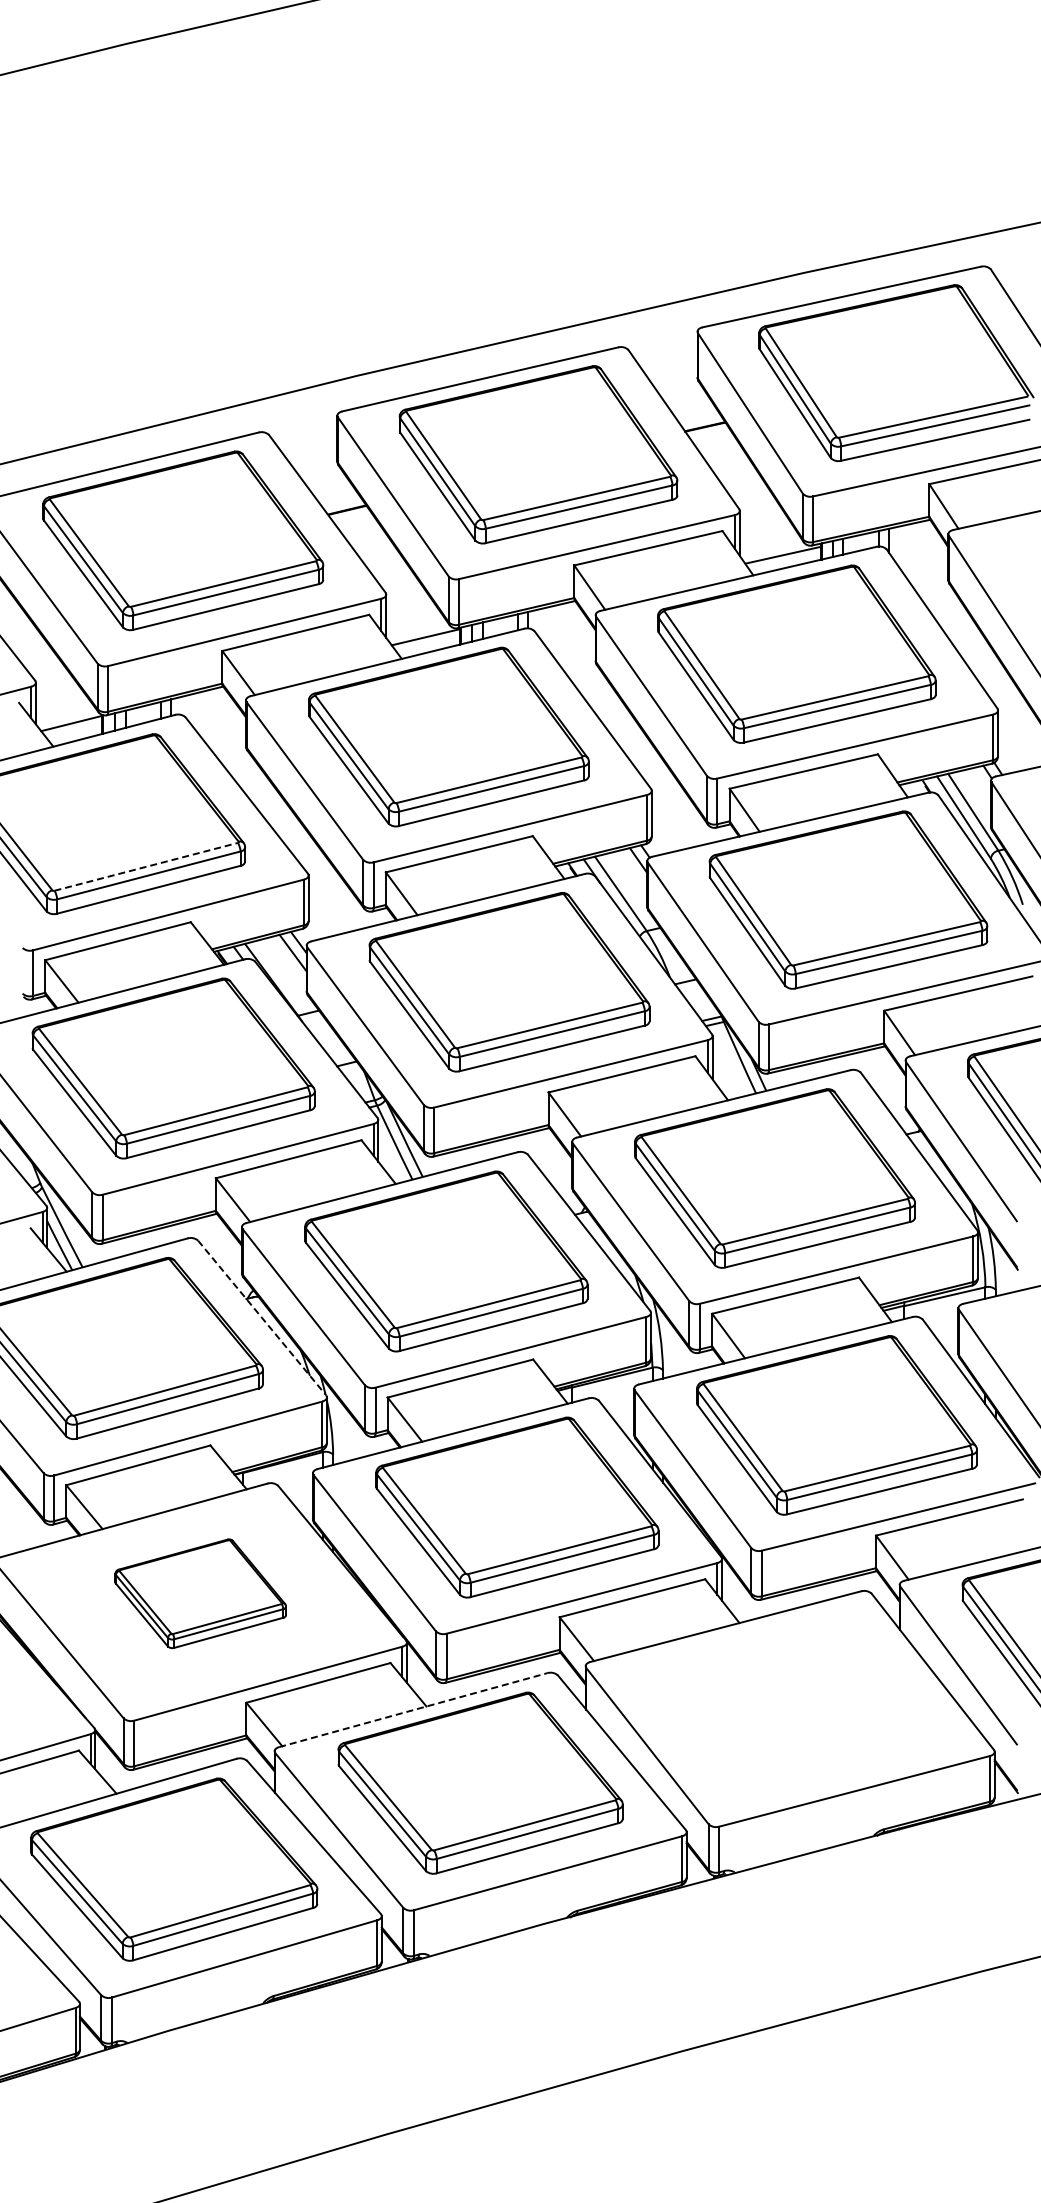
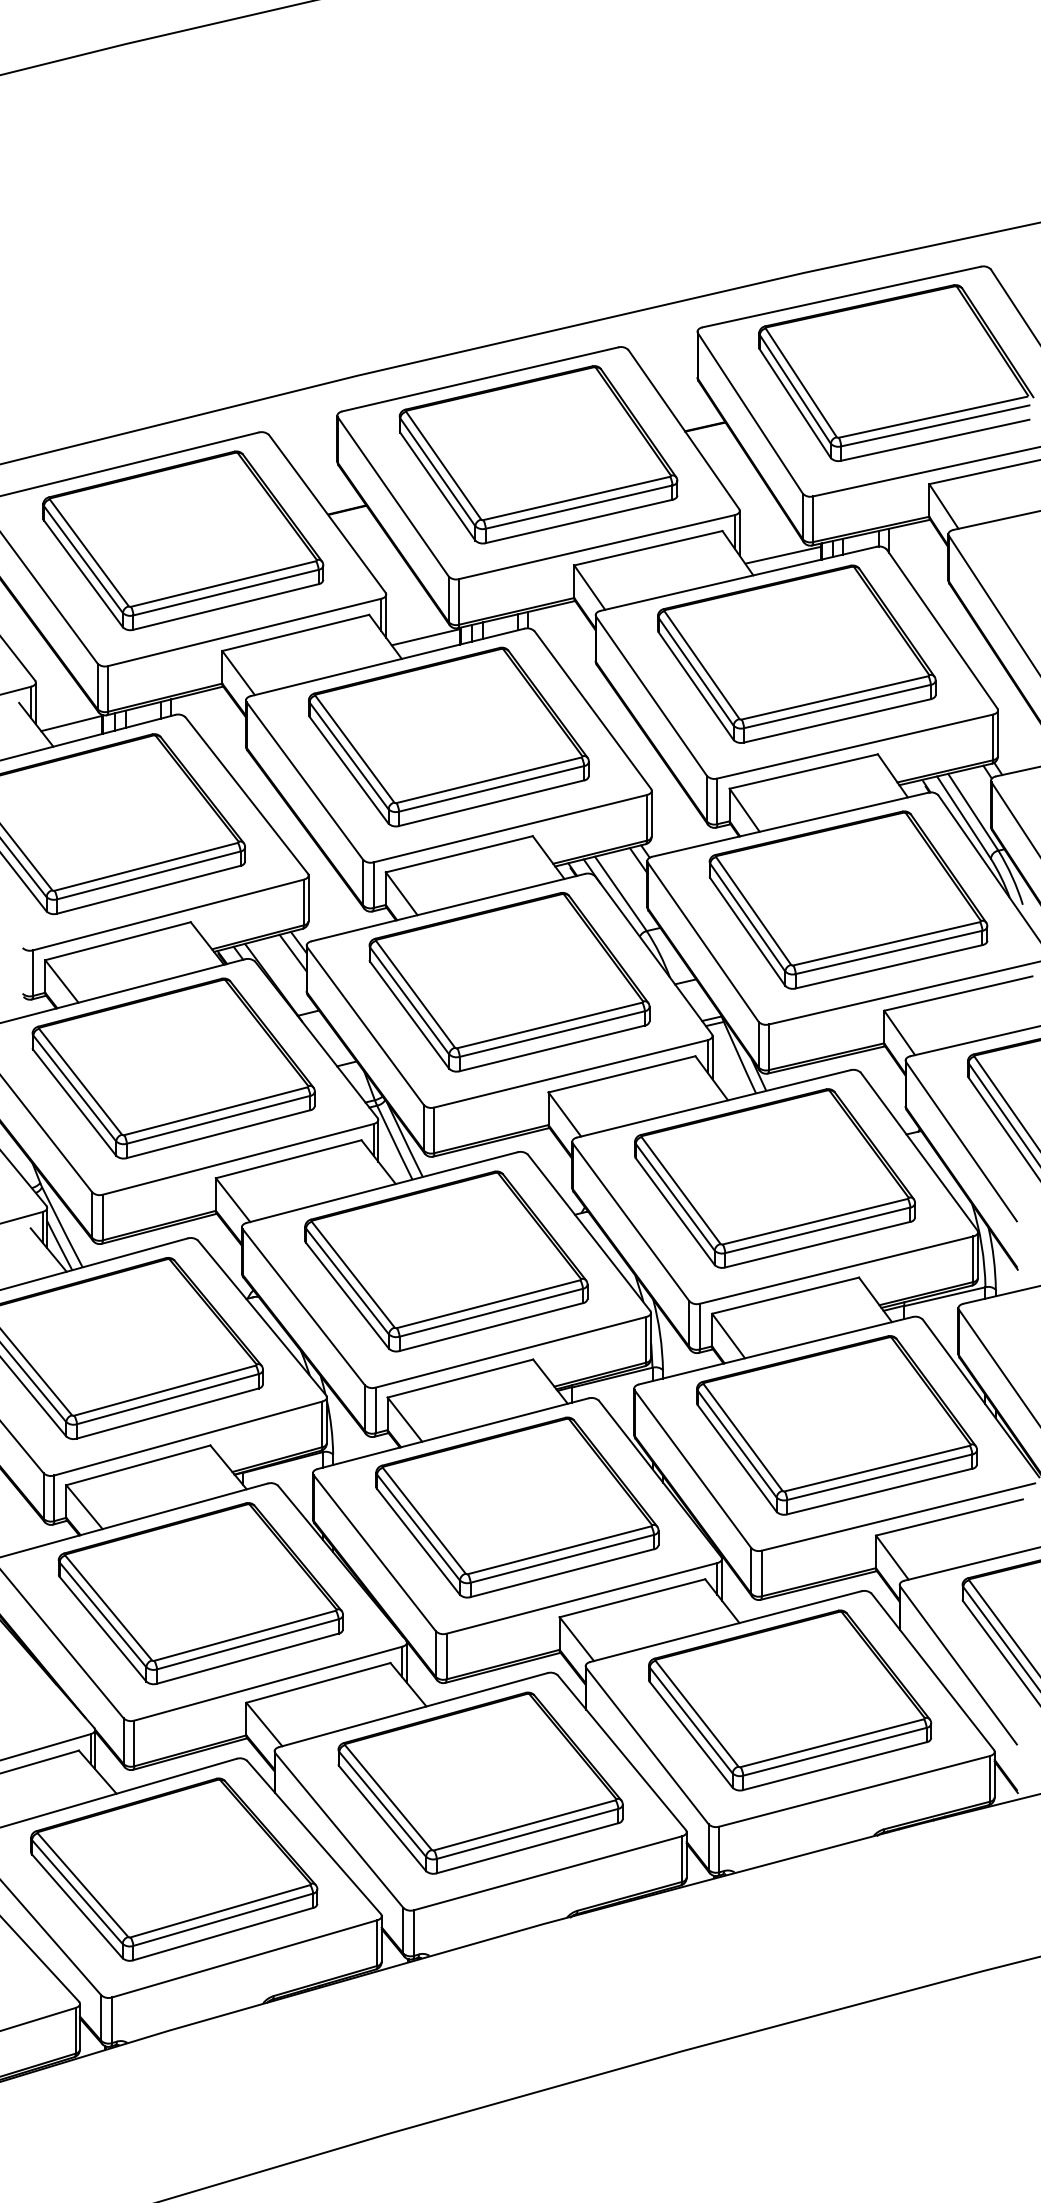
line at (146, 866): dashed -> solid
line at (262, 1318): dashed -> solid
part at (200, 1593) size: 173x111 px -> 287x184 px
part at (790, 1700): none -> present
line at (413, 1710): dashed -> solid
